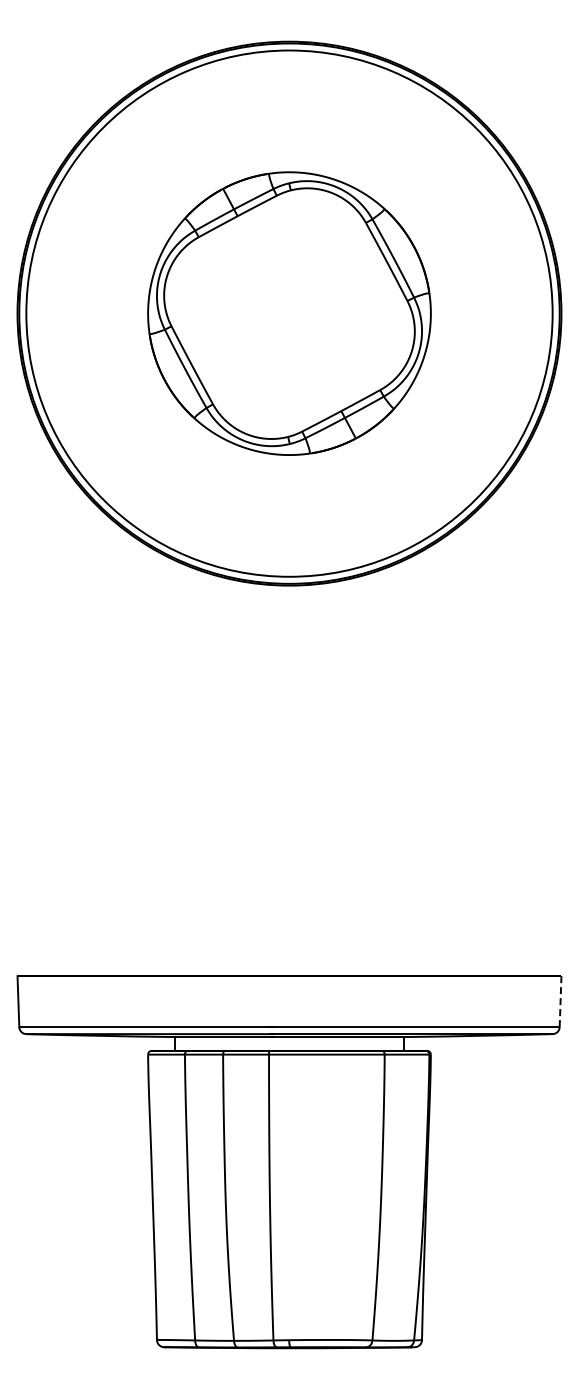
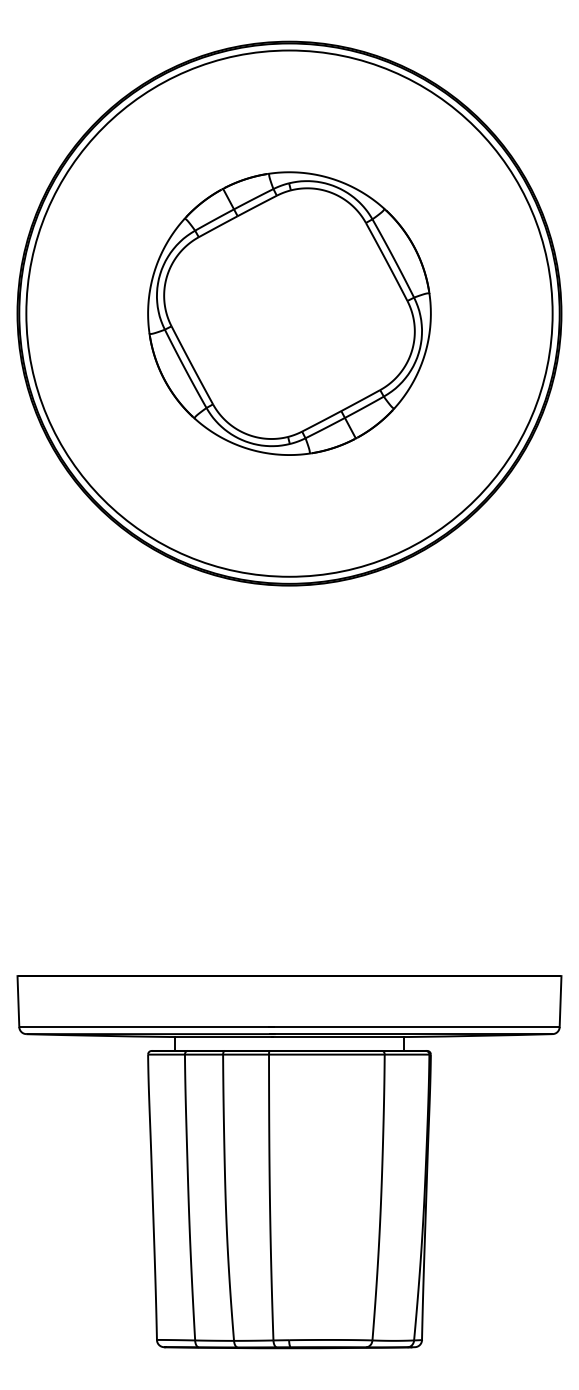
line at (560, 1001): dashed -> solid
